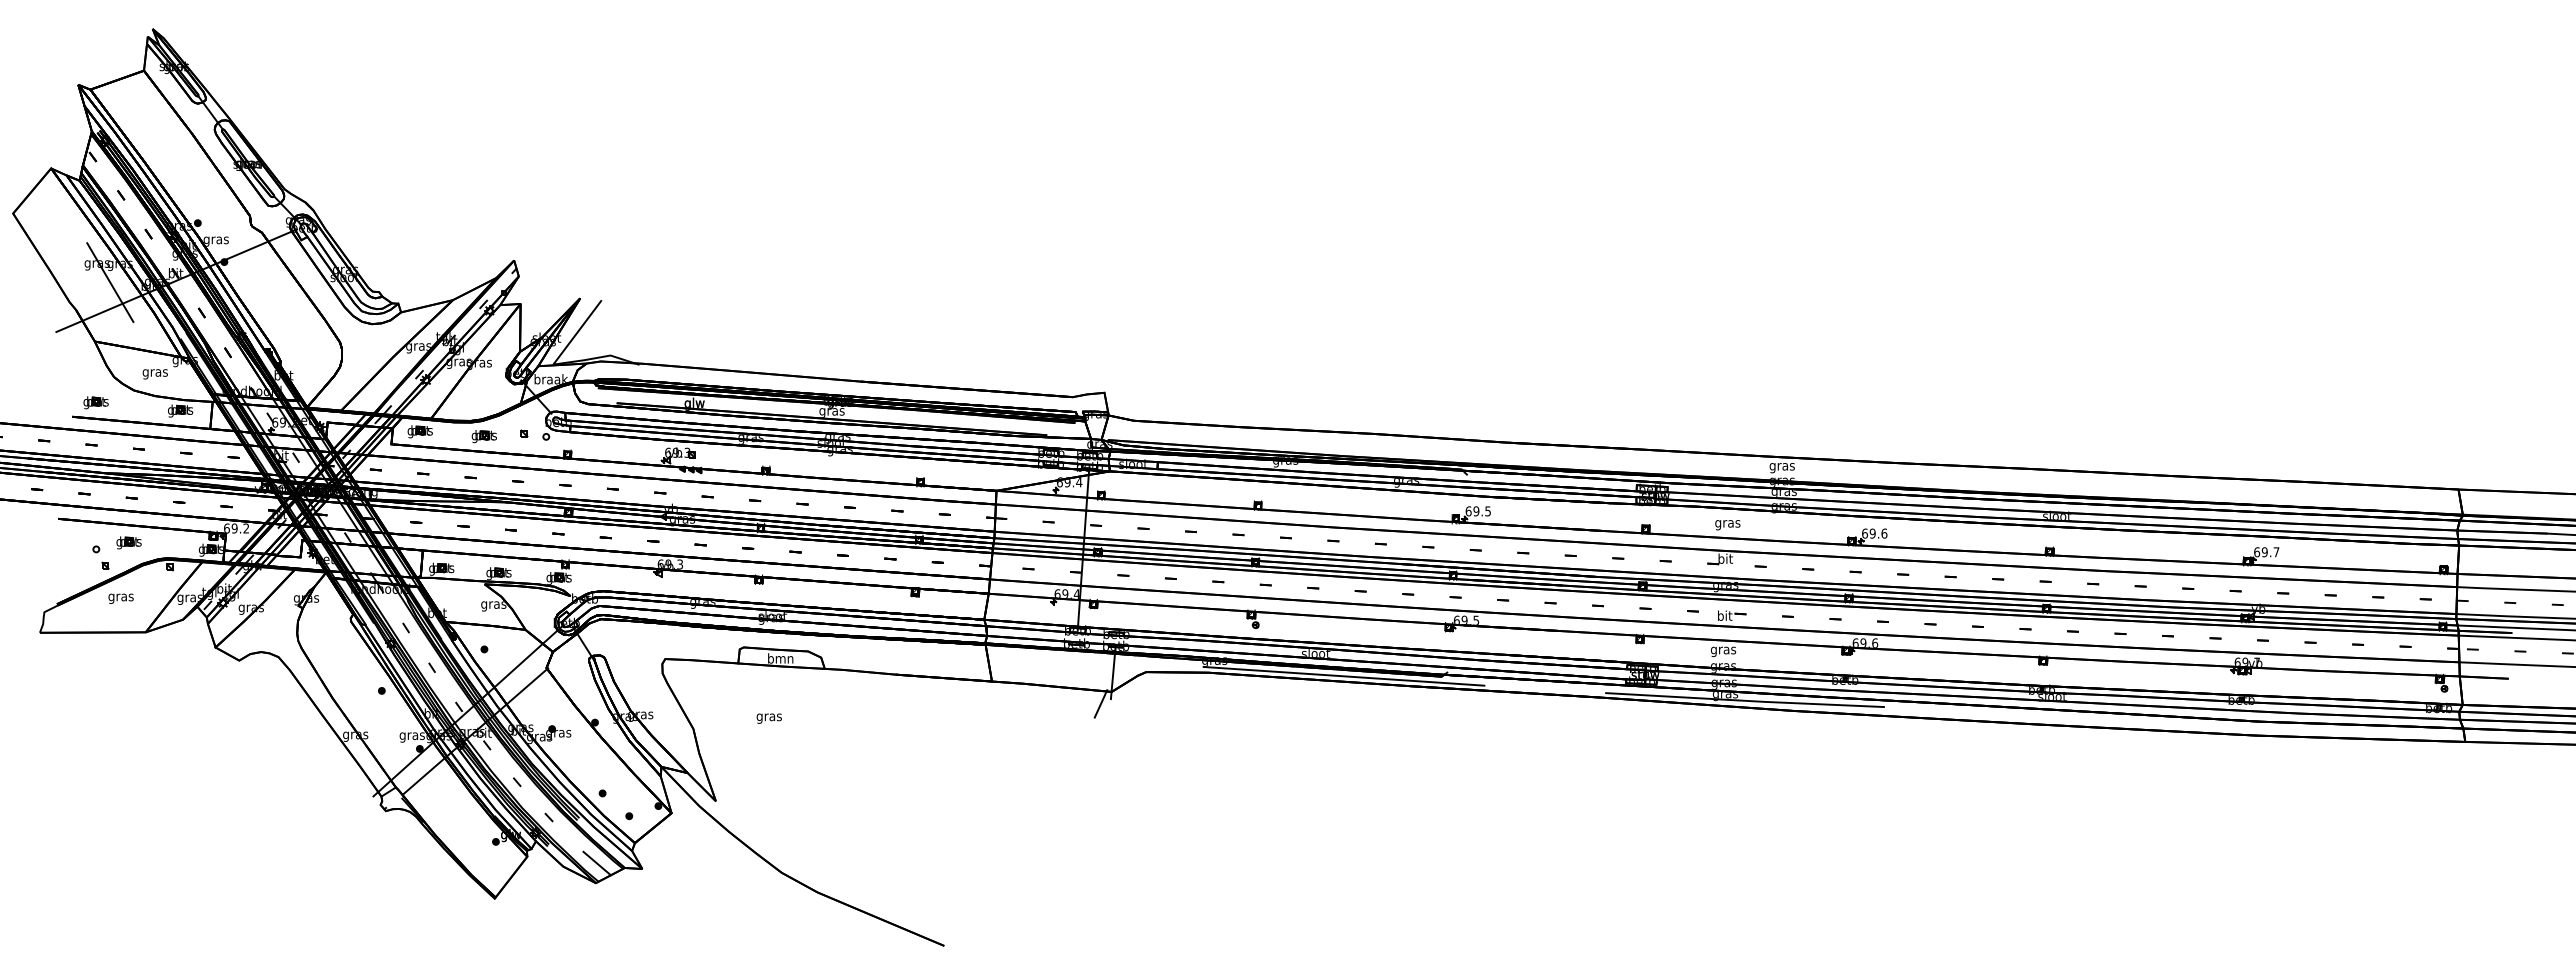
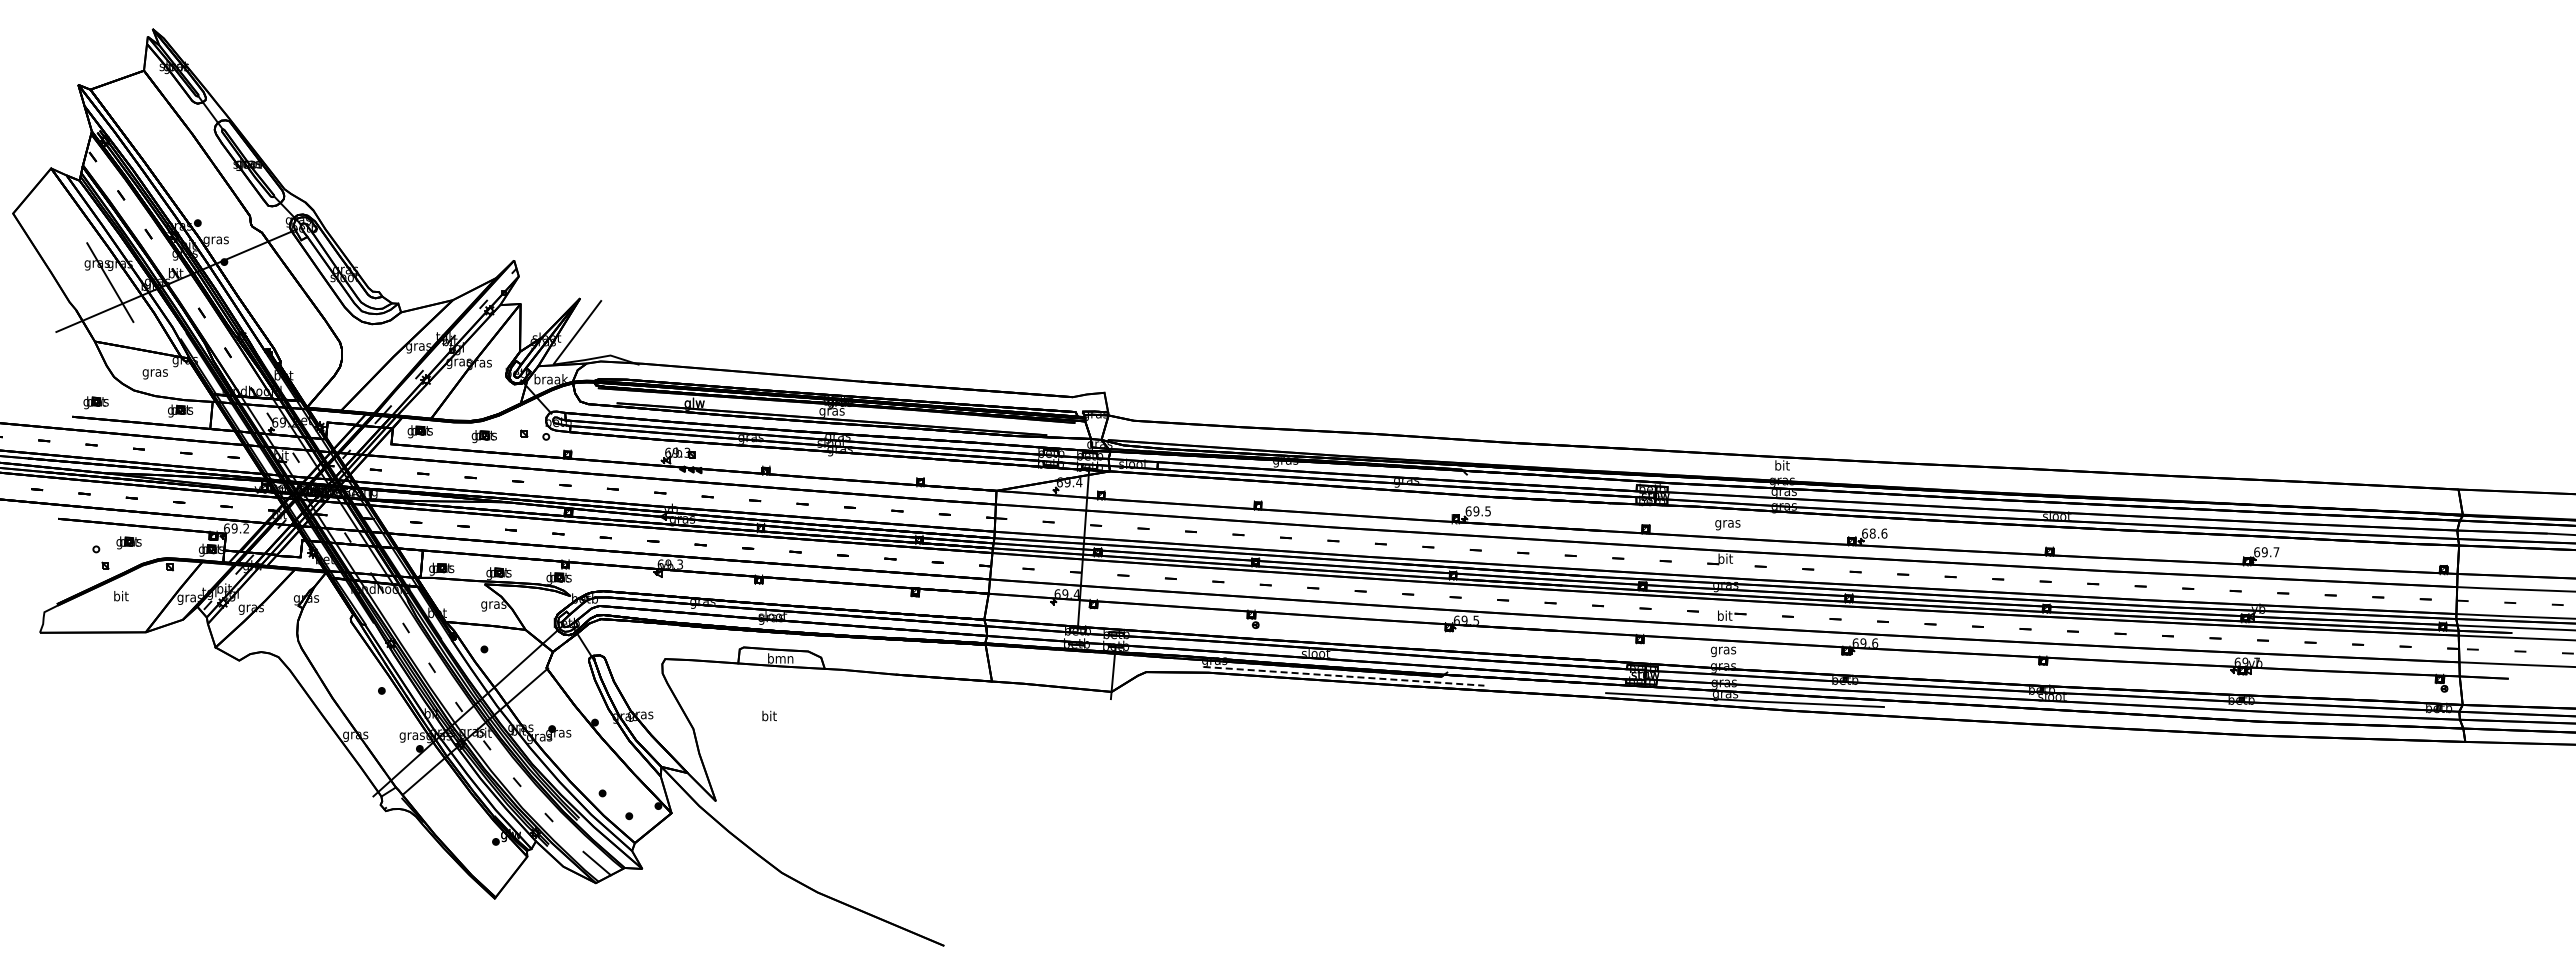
text at (1781, 466): gras -> bit
text at (1872, 533): 69.6 -> 68.6
text at (120, 597): gras -> bit
line at (1344, 676): solid -> dashed
line at (1100, 703): present -> none
text at (768, 716): gras -> bit
